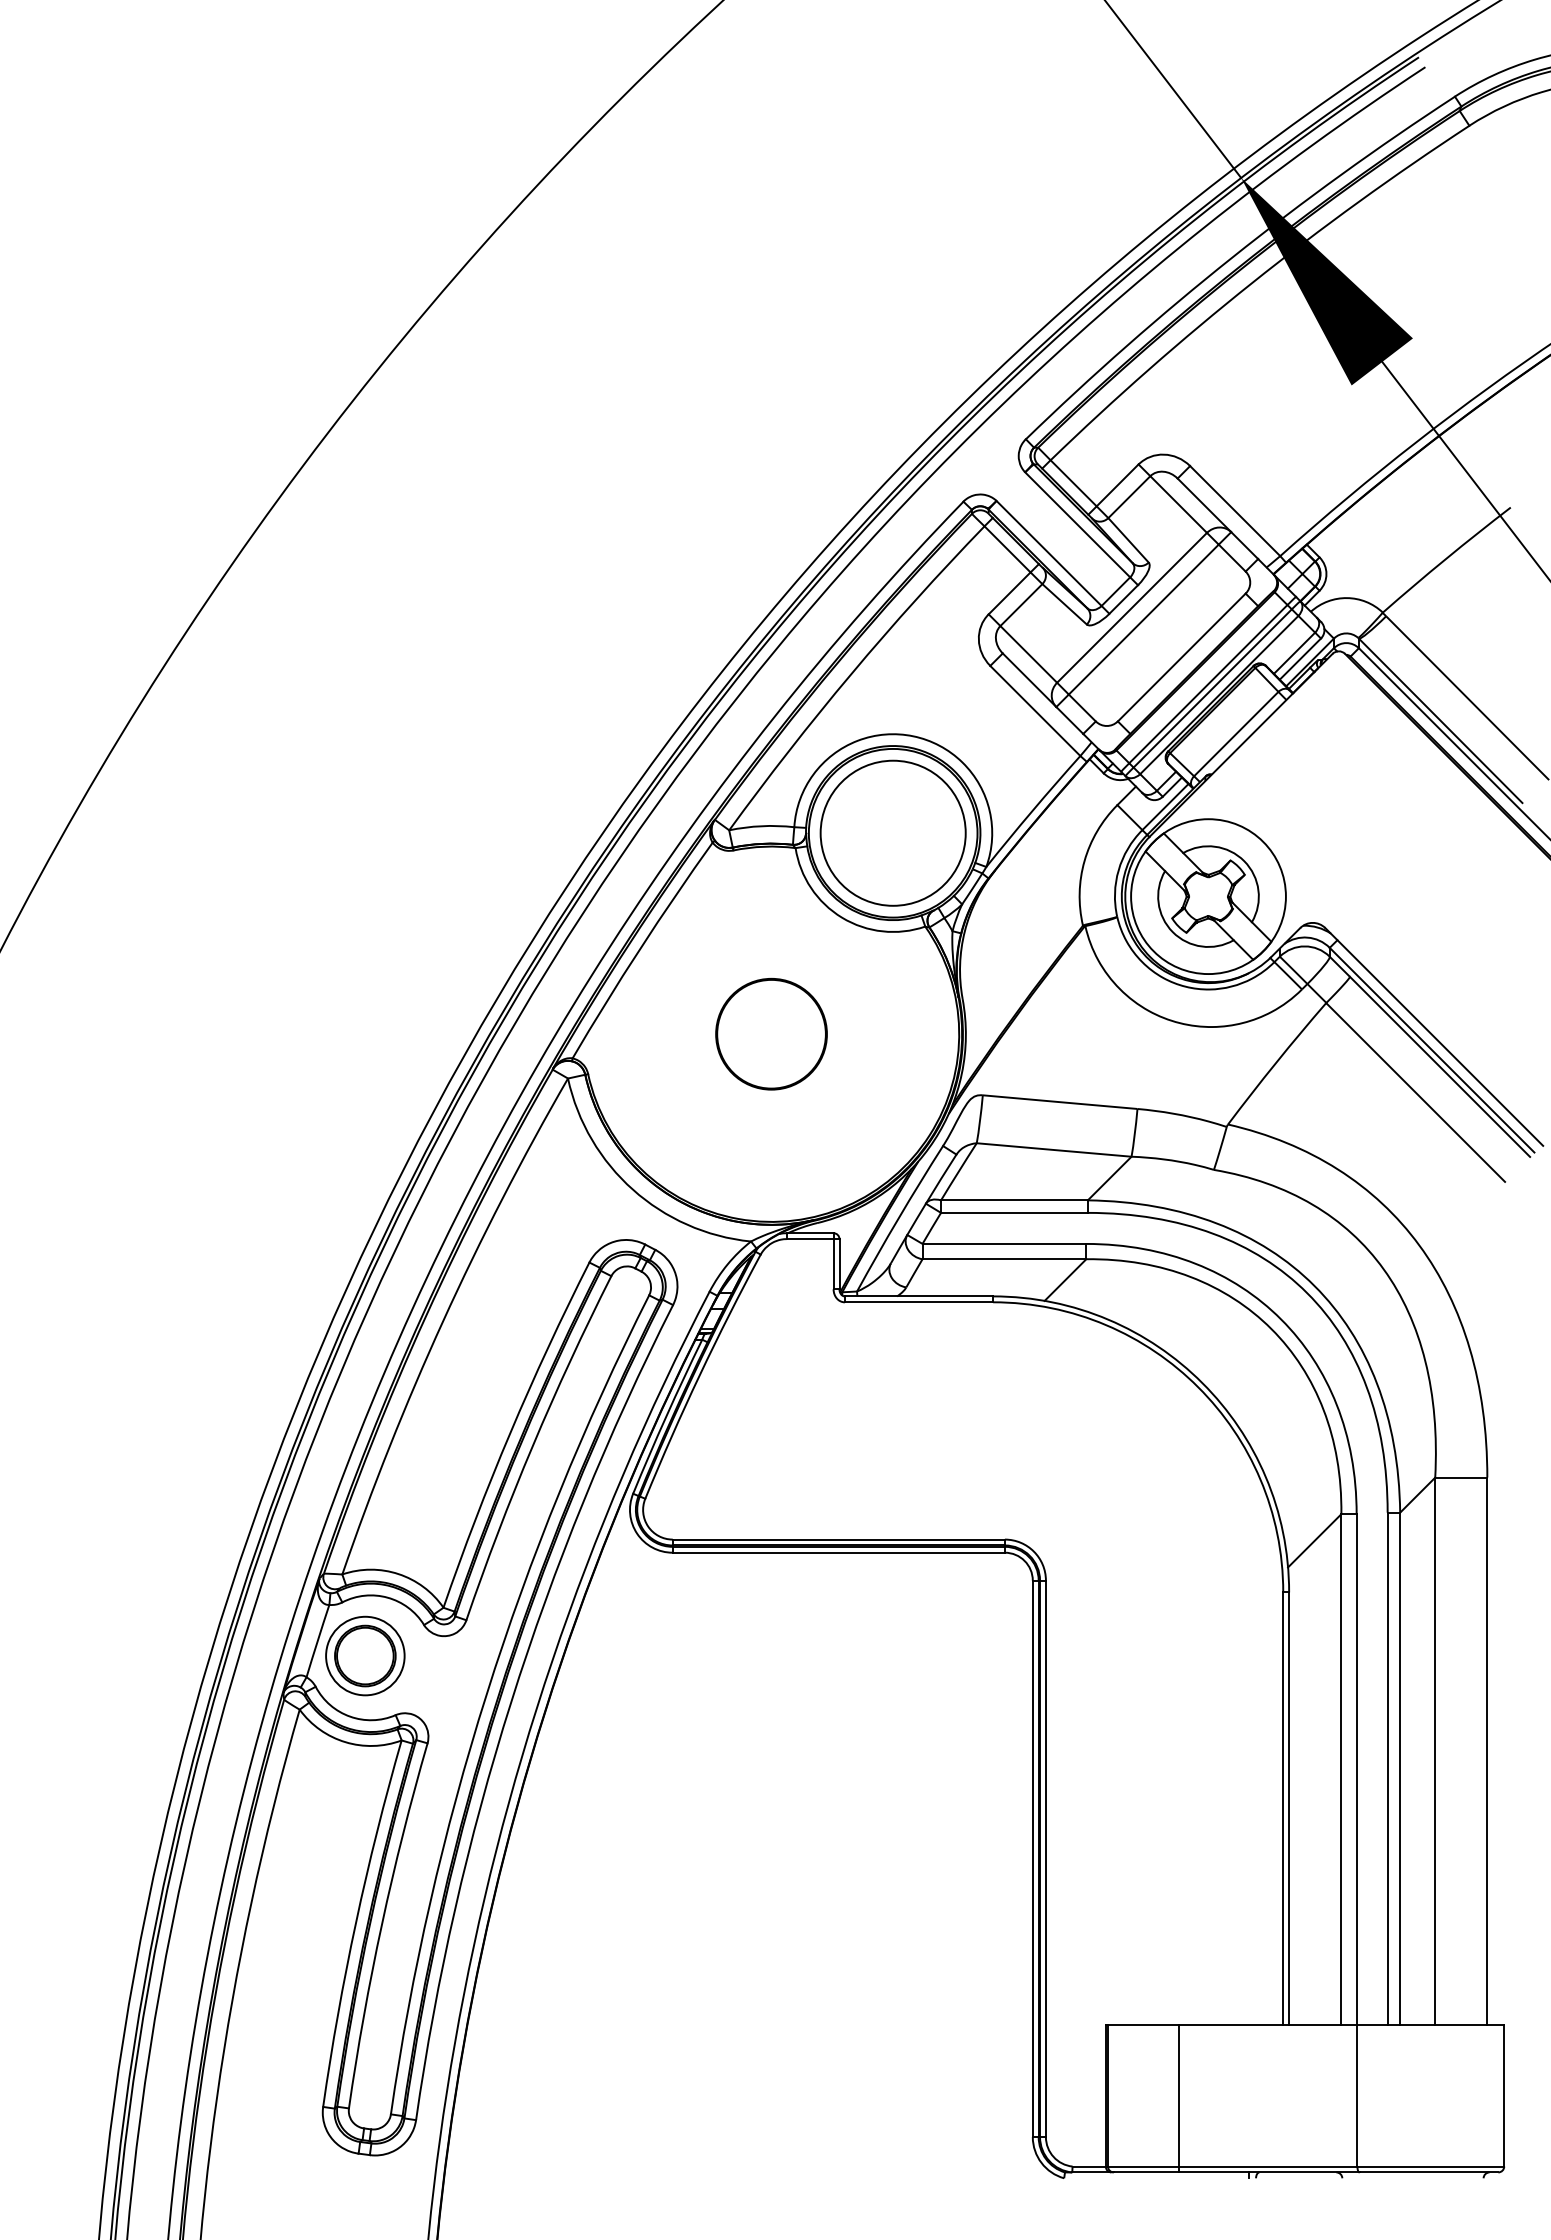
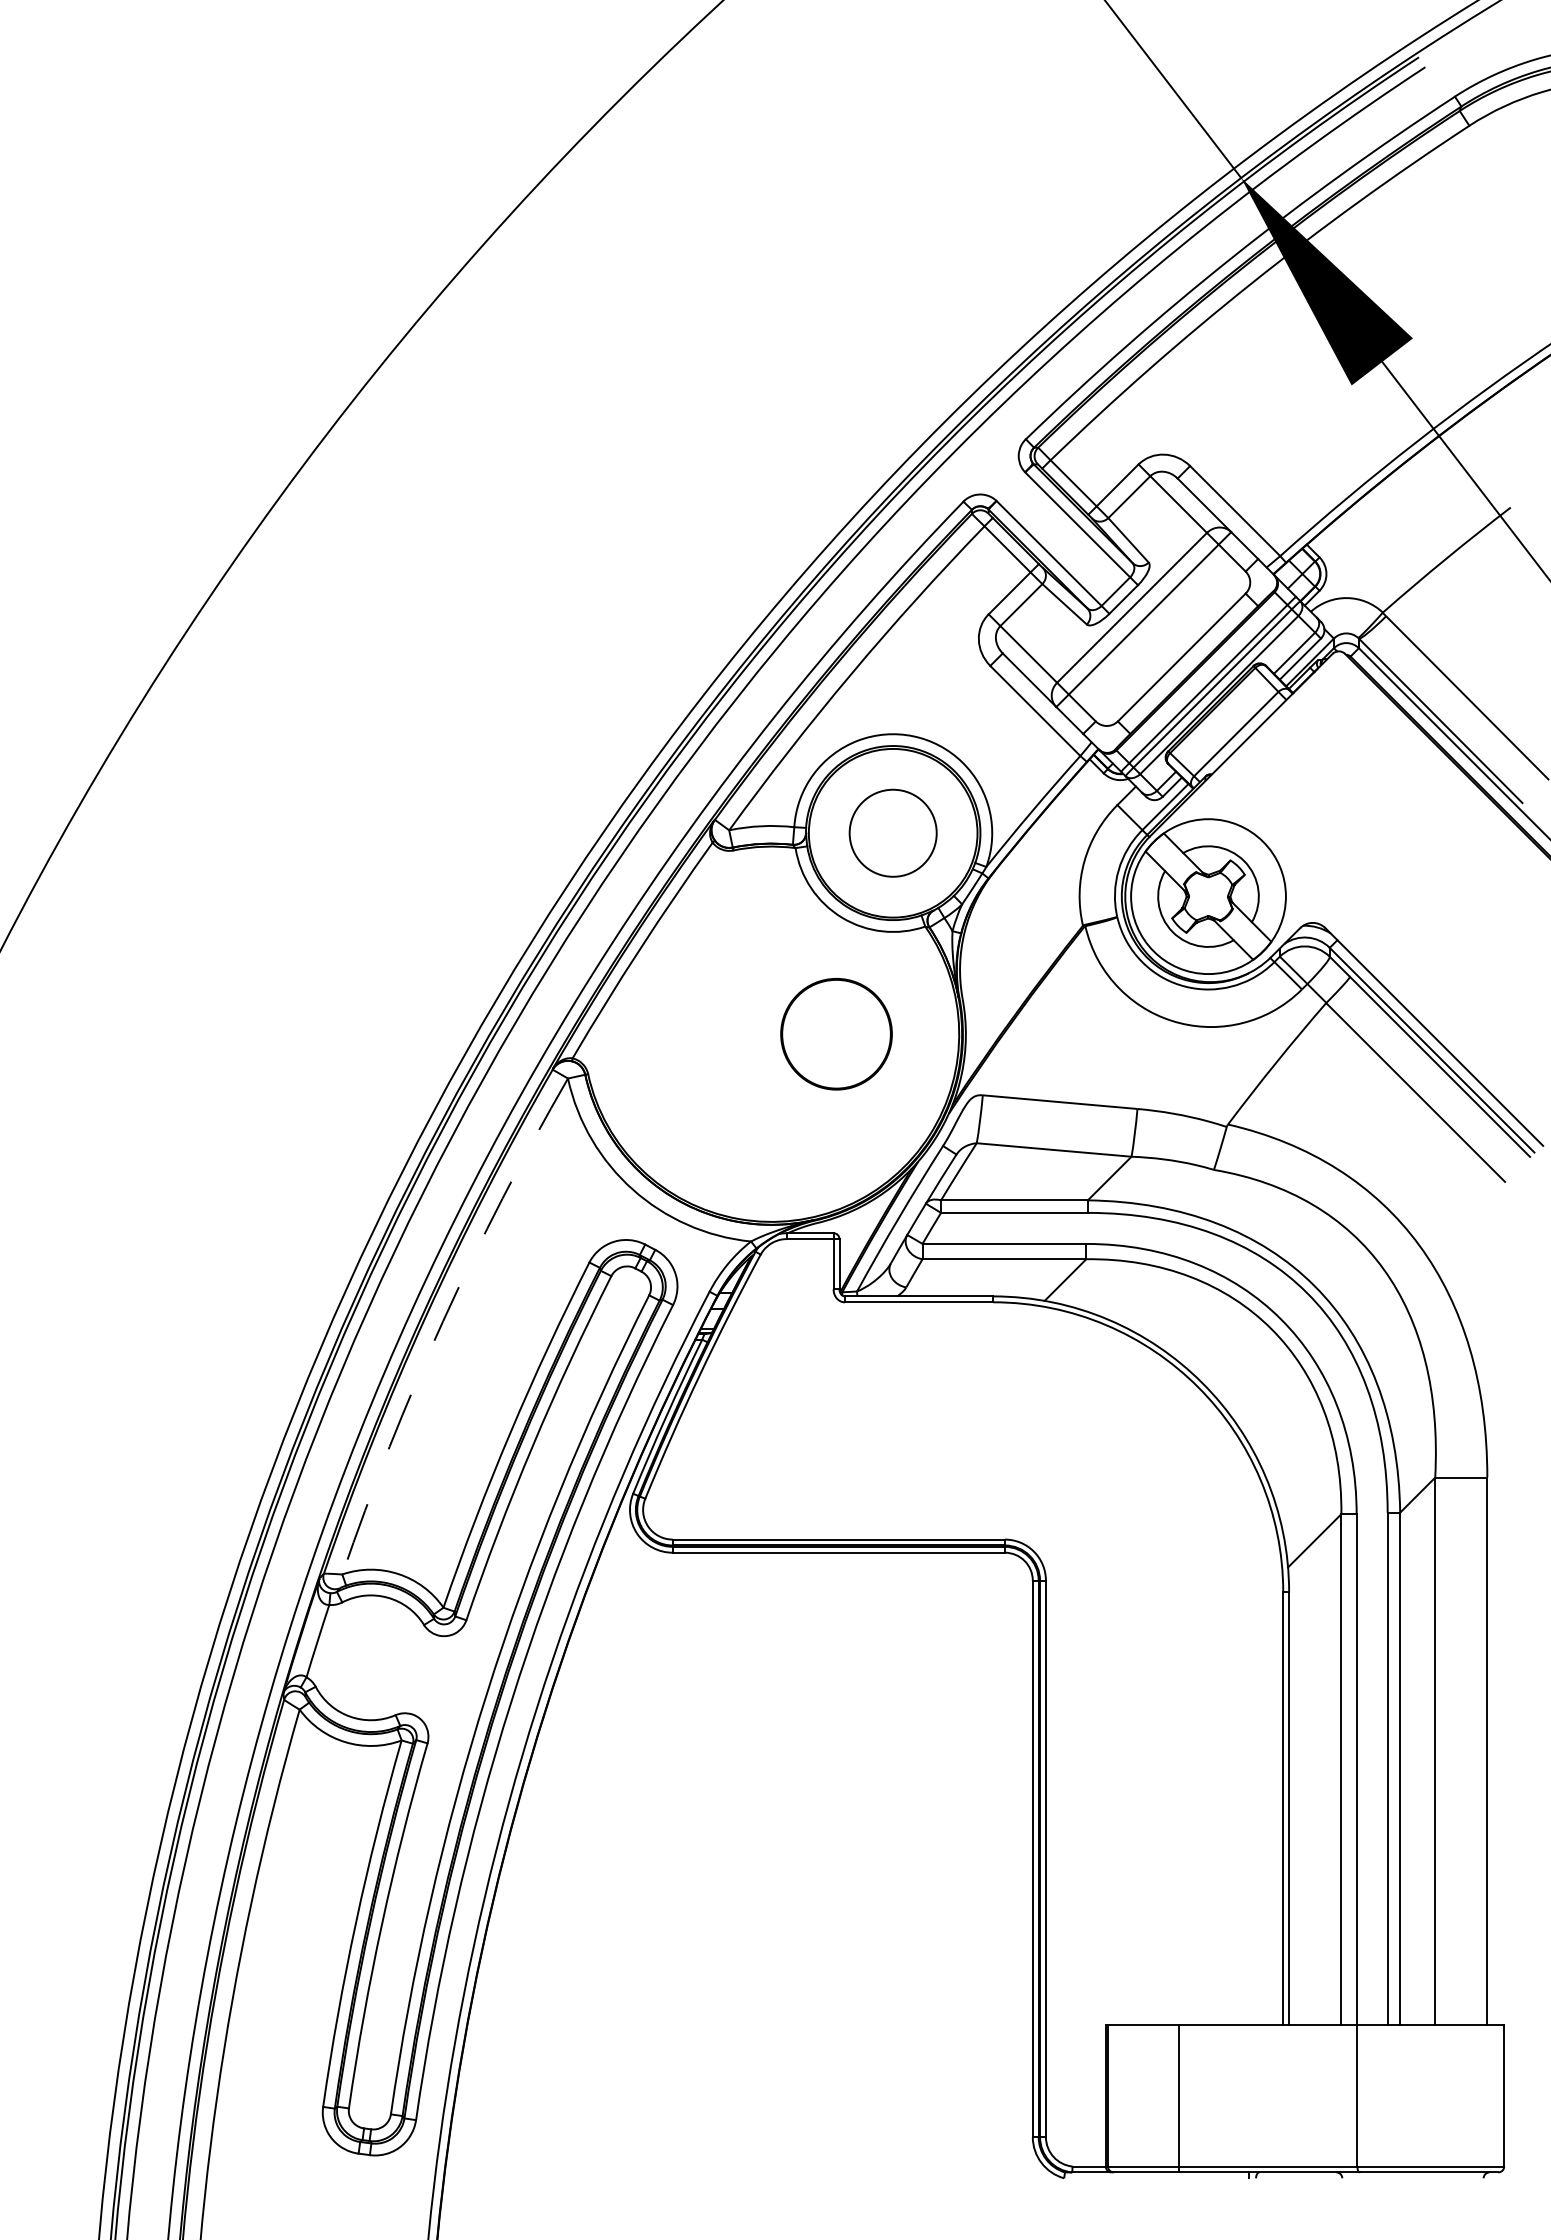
circle at (892, 832) diameter: 145 px -> 87 px
circle at (771, 1034) position: (771, 1034) -> (836, 1034)
arc at (443, 1321): solid -> dashed
part at (365, 1655): present -> none
